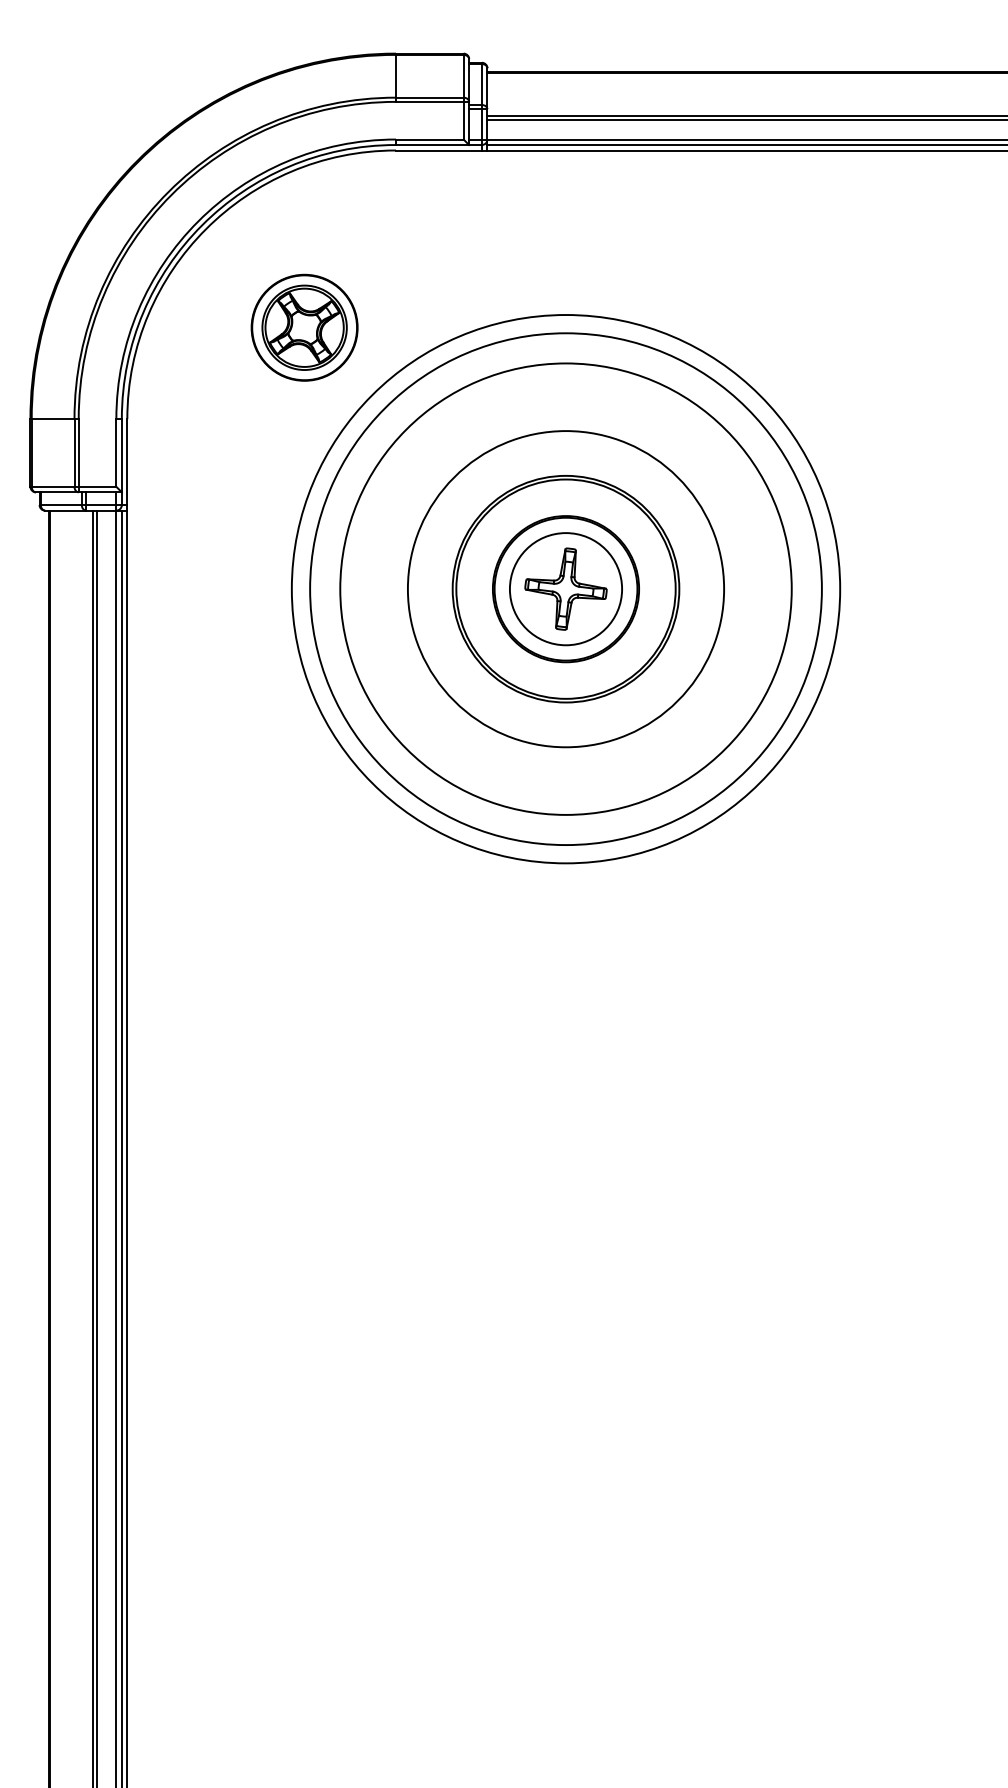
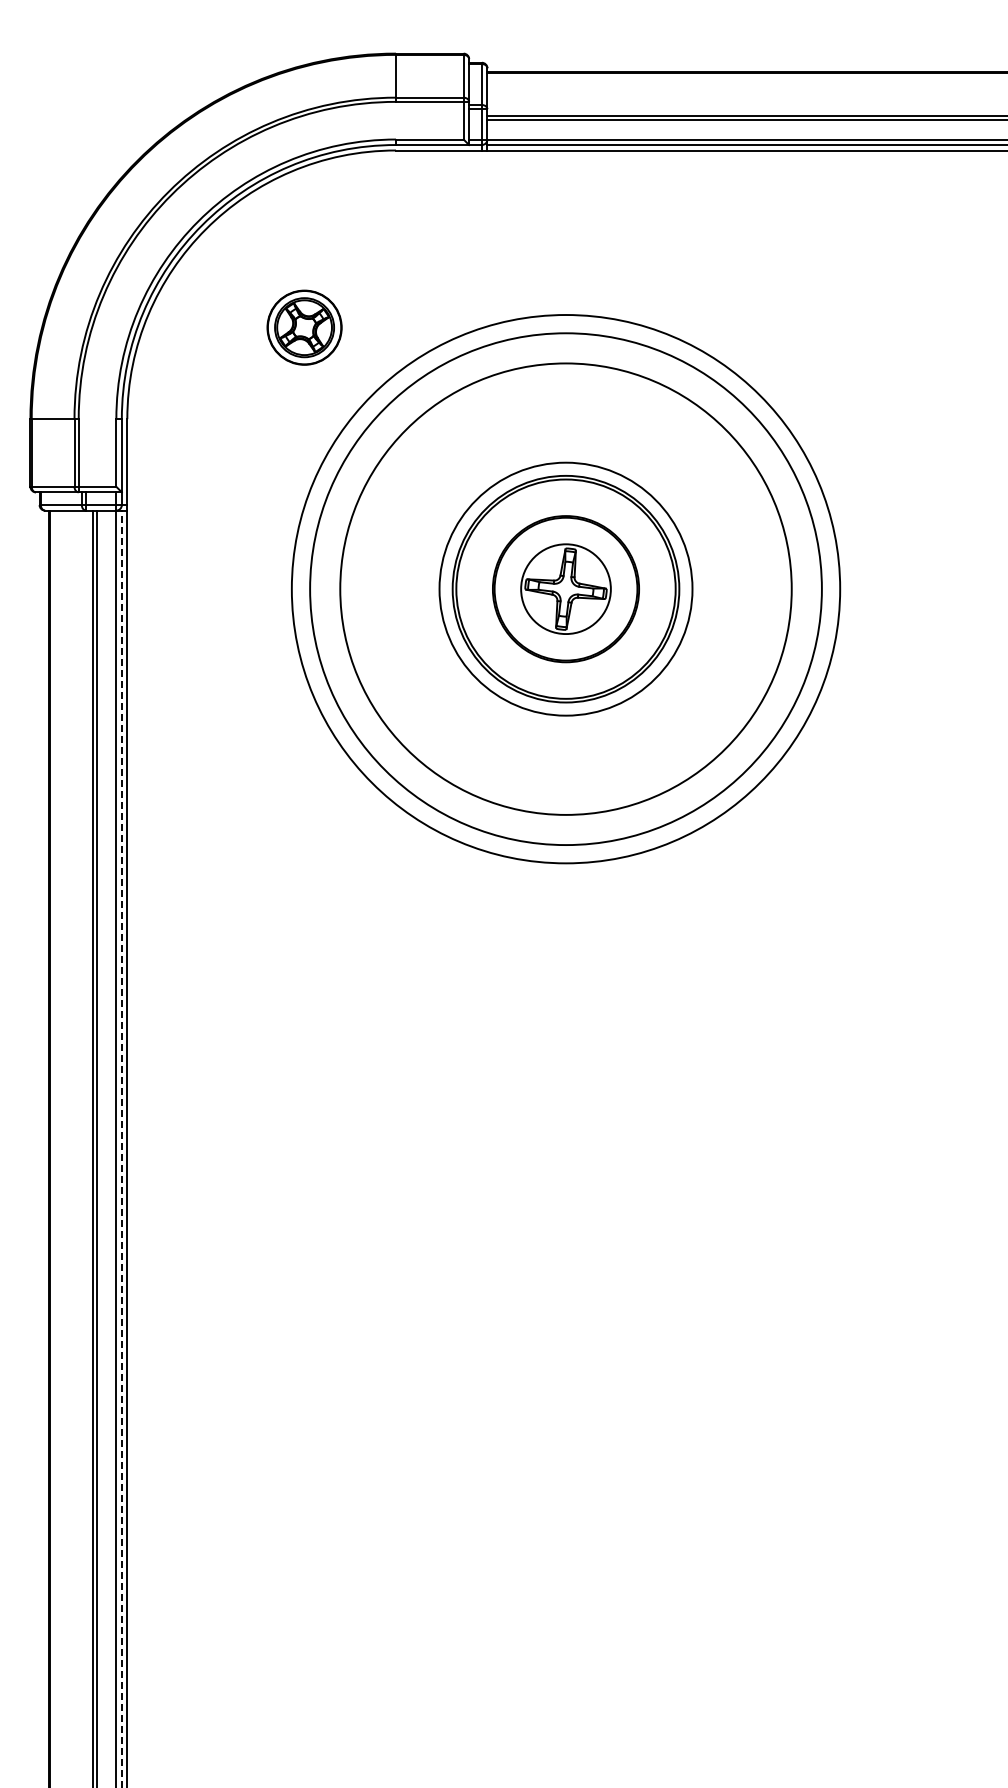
part at (304, 327) size: 109x109 px -> 77x77 px
circle at (565, 589) diameter: 112 px -> 90 px
circle at (565, 589) diameter: 316 px -> 253 px
line at (121, 1148): solid -> dashed
